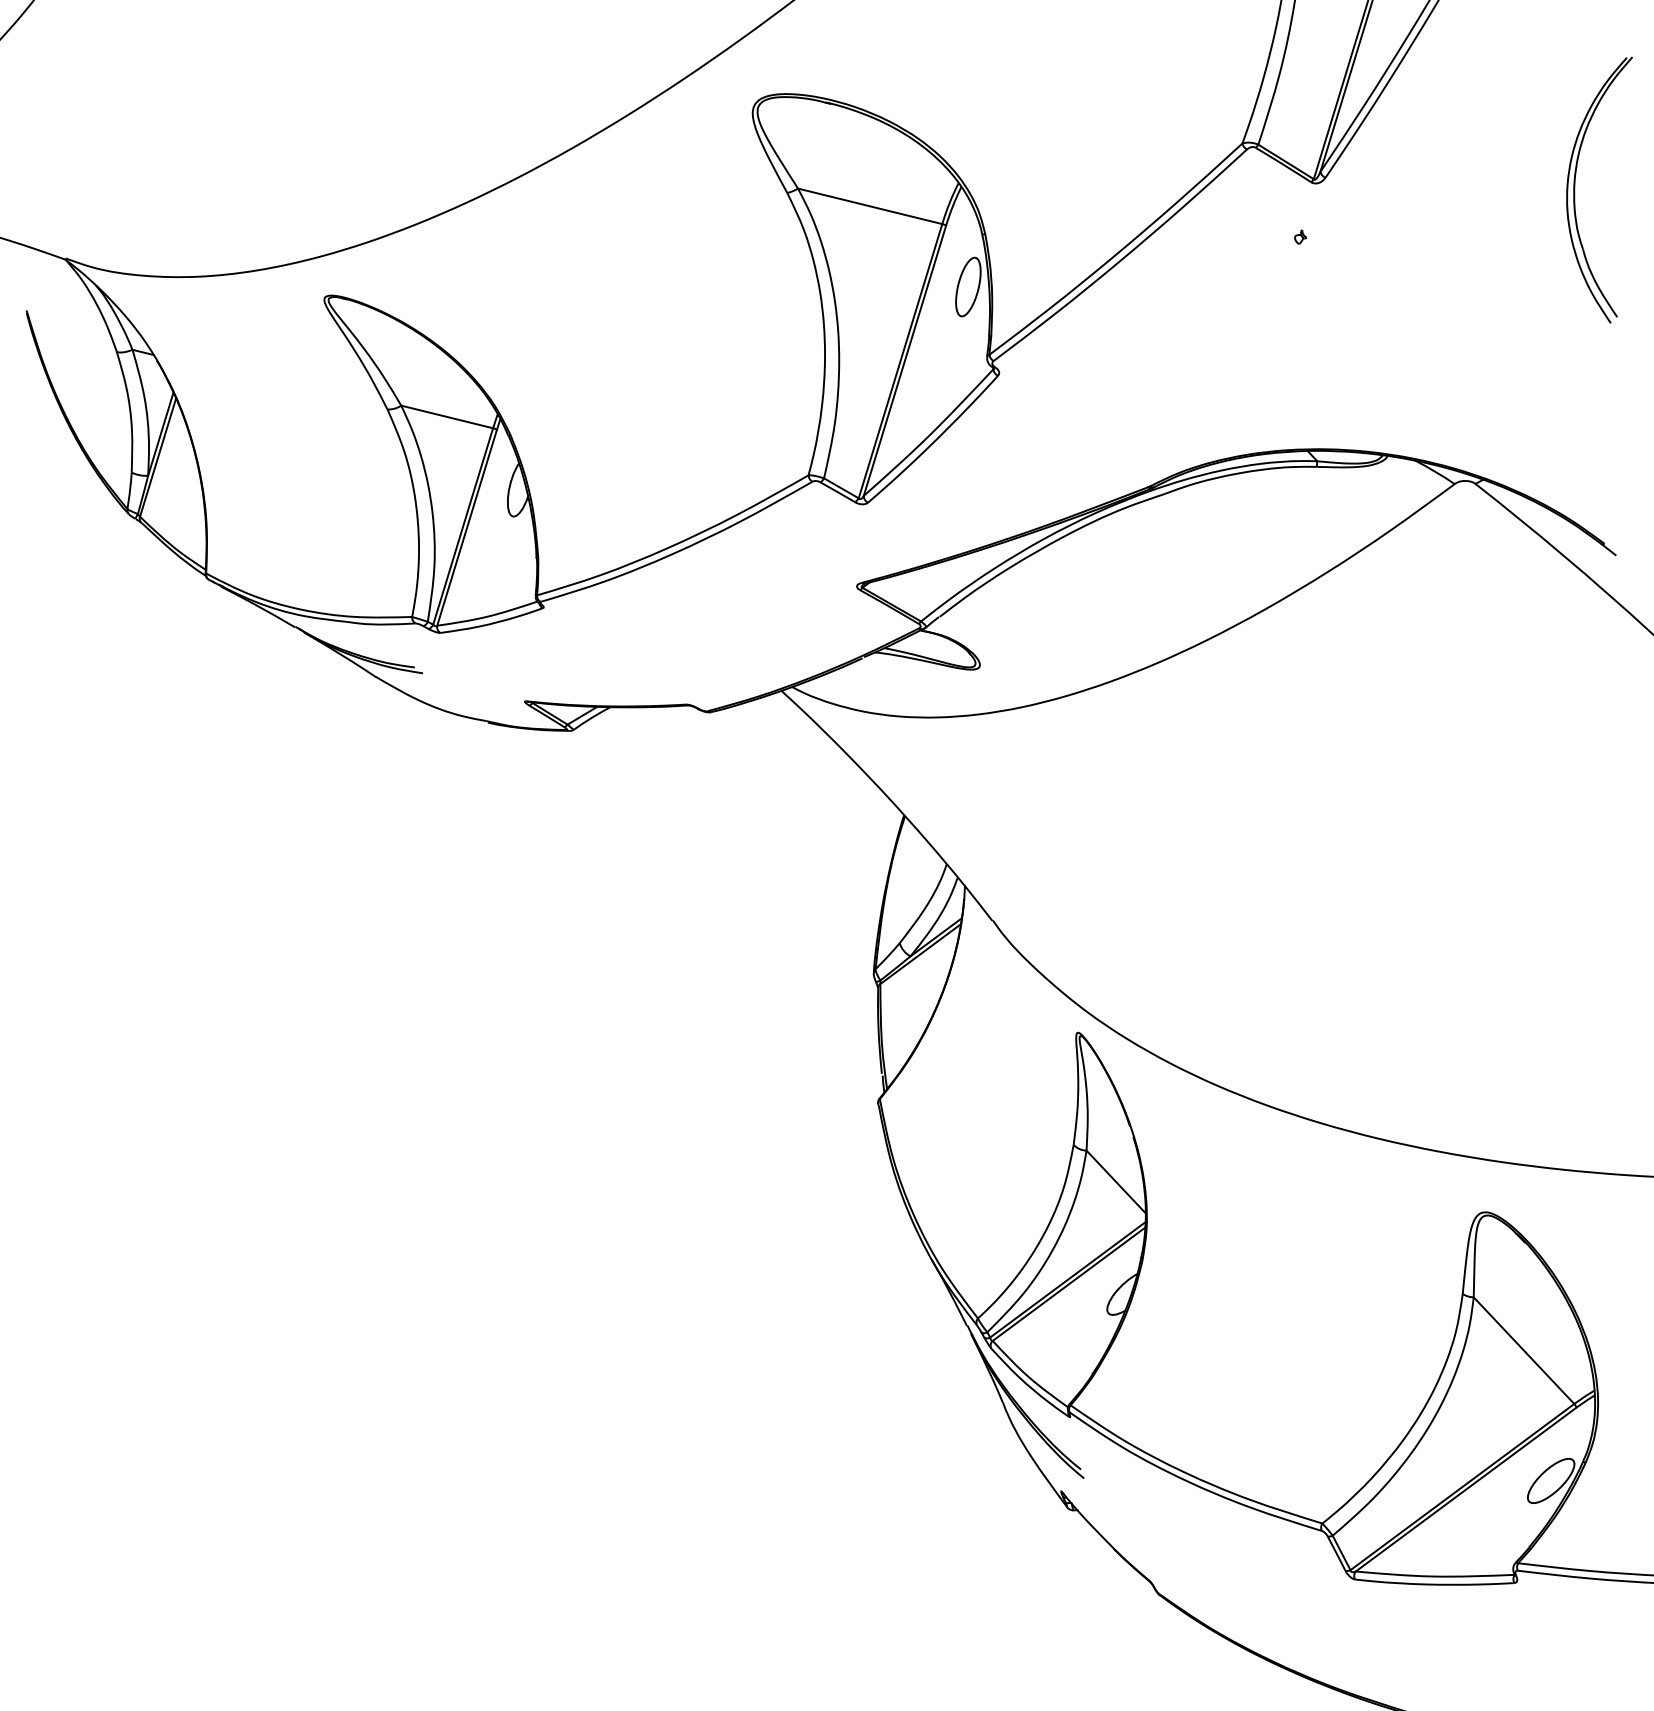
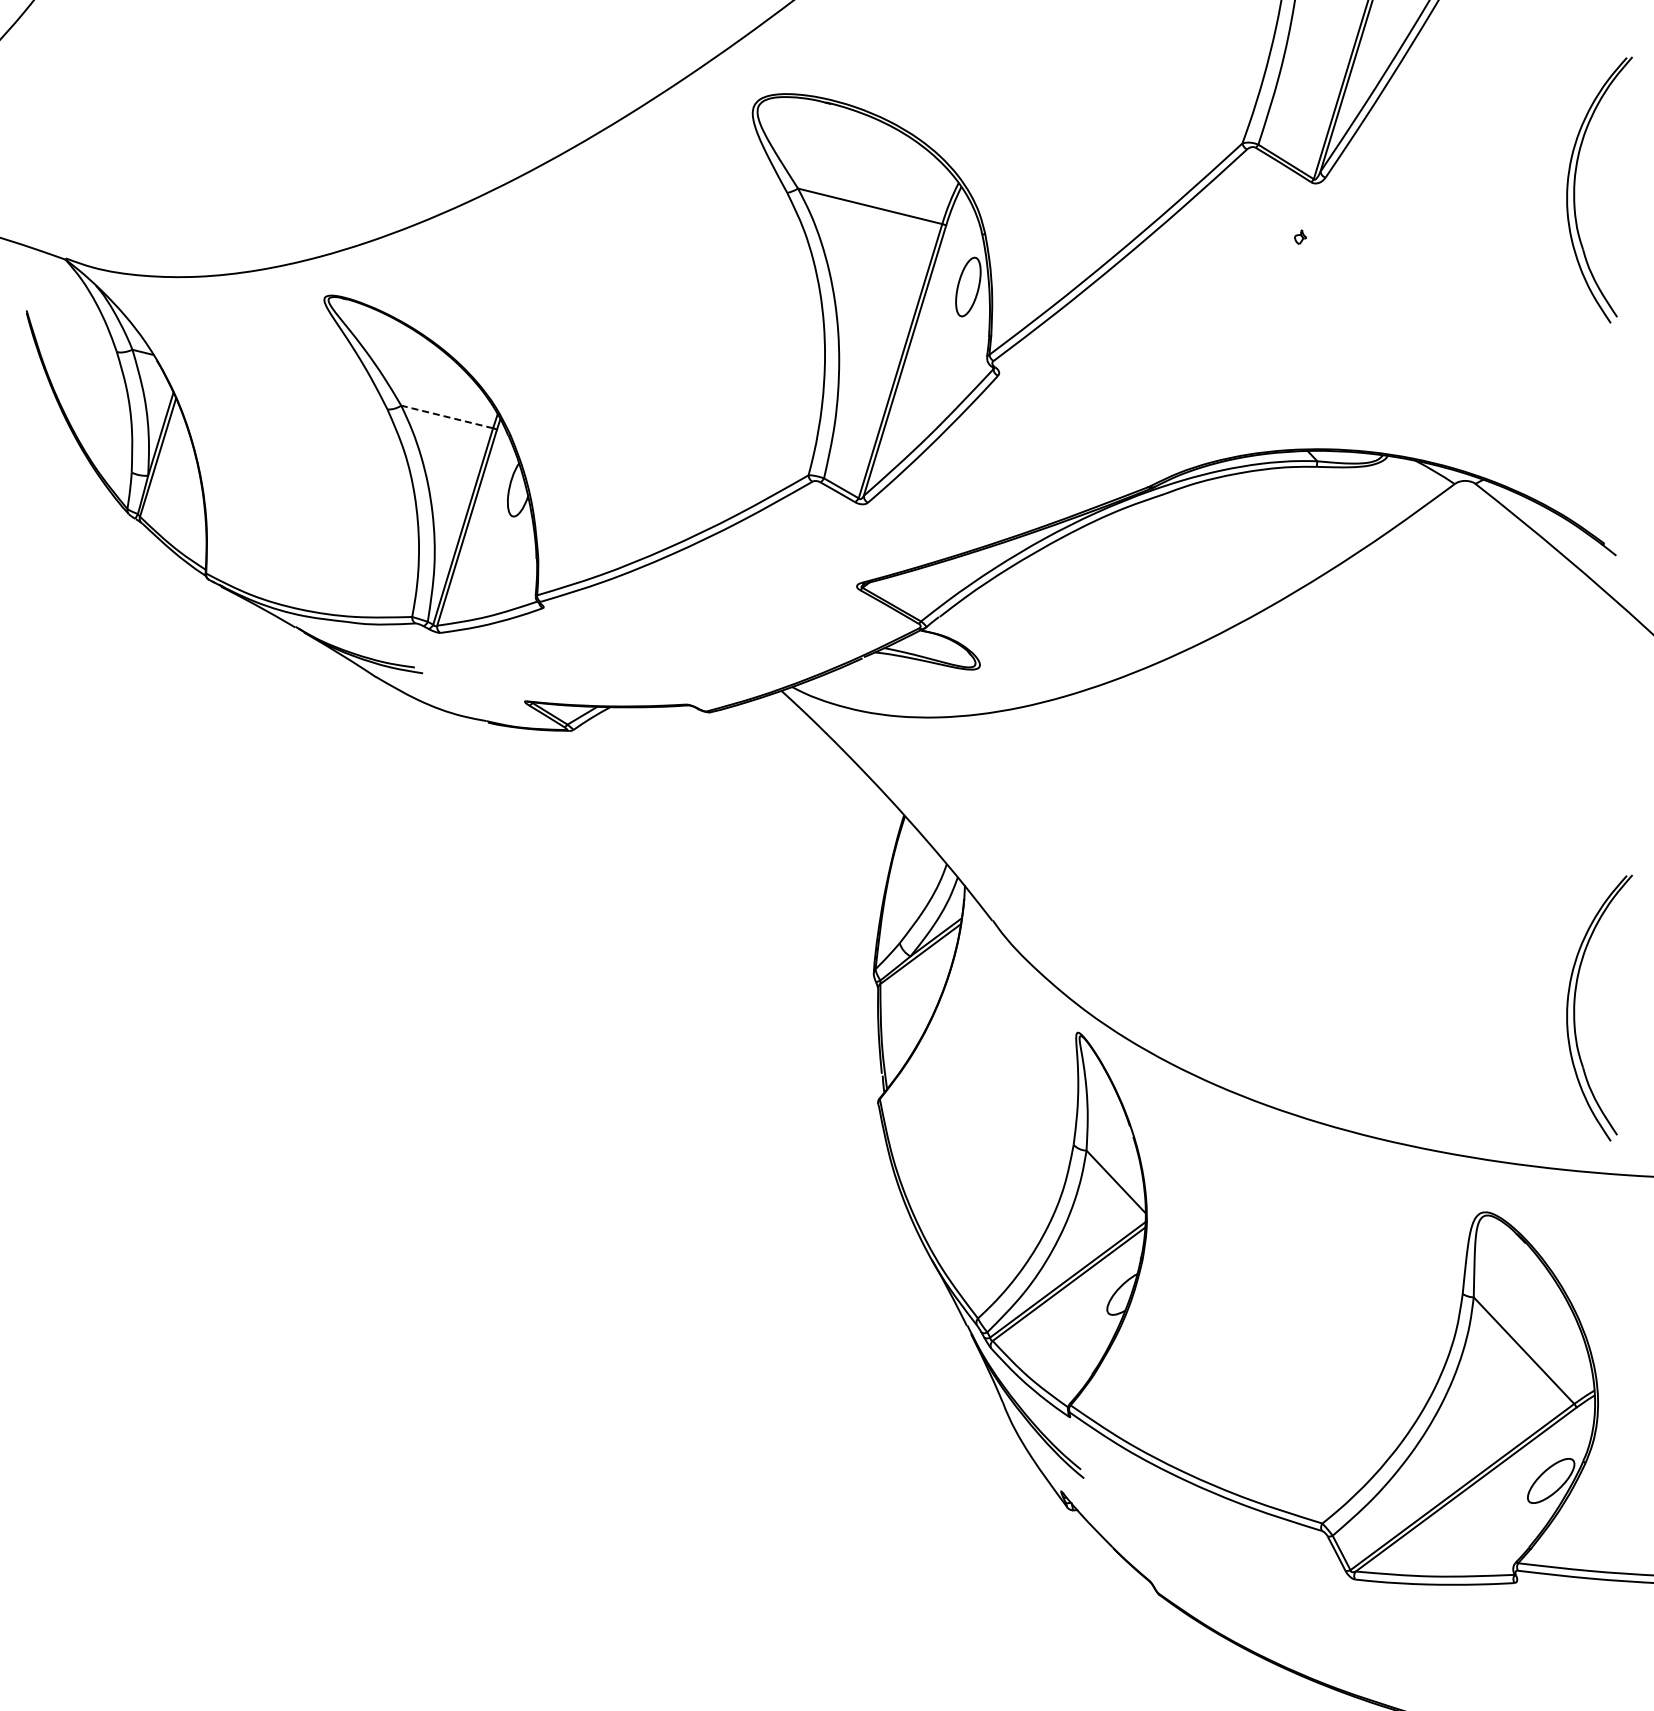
line at (446, 416): solid -> dashed
part at (1575, 1007): none -> present
